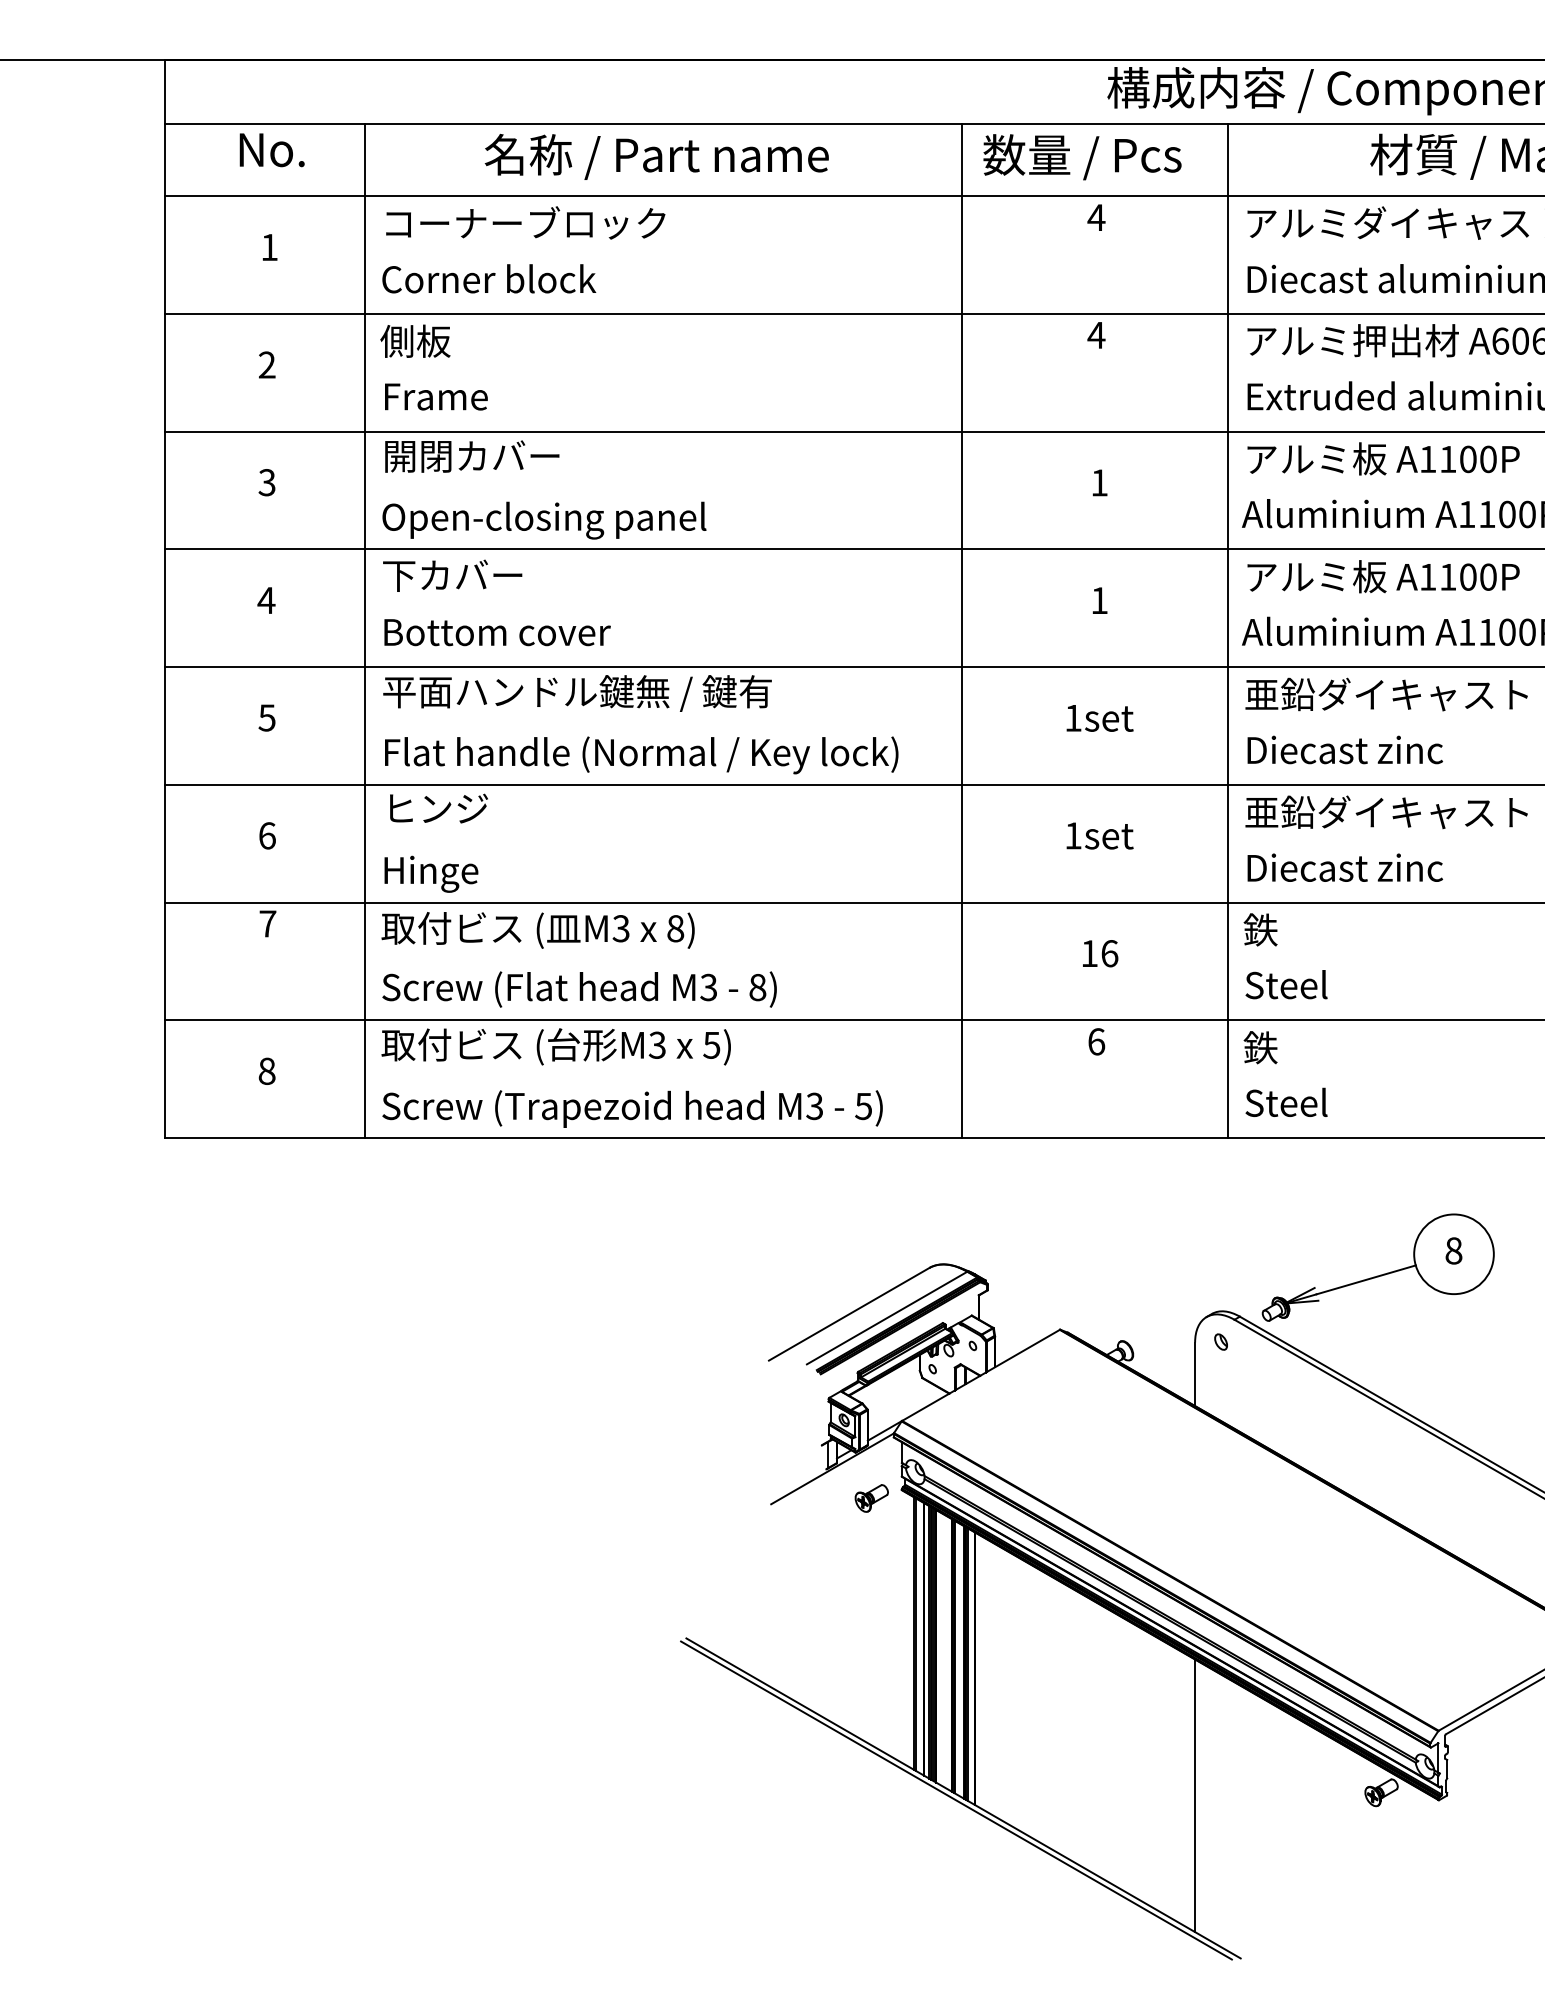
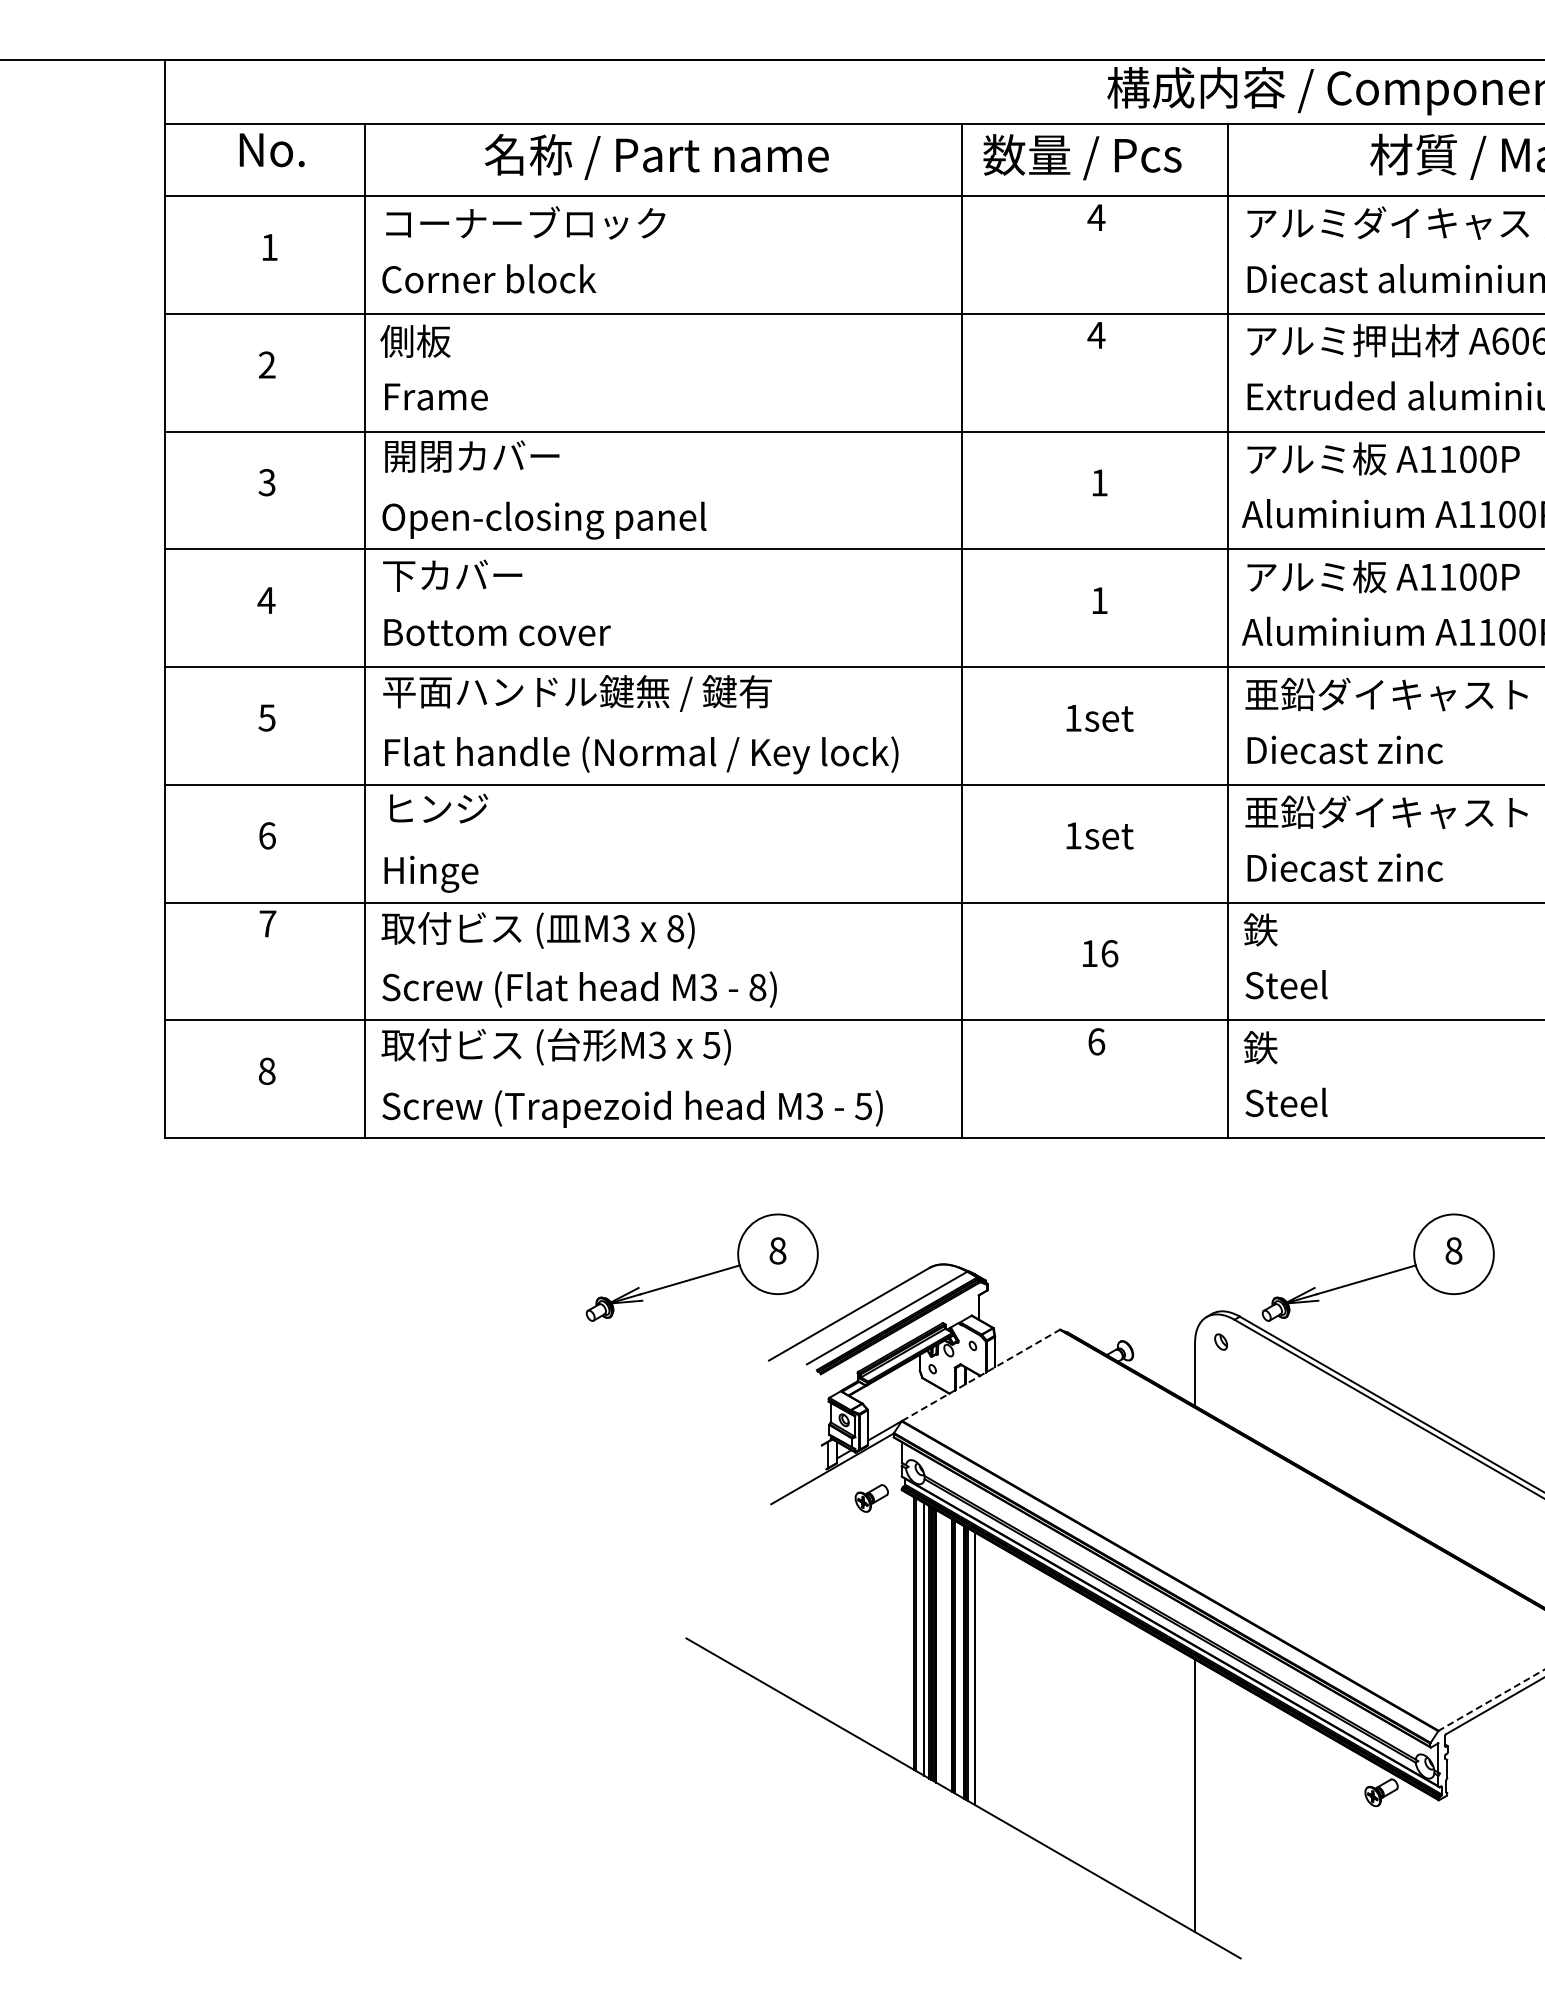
part at (704, 1274): none -> present
line at (981, 1375): solid -> dashed
line at (1491, 1700): solid -> dashed
line at (956, 1800): present -> none
